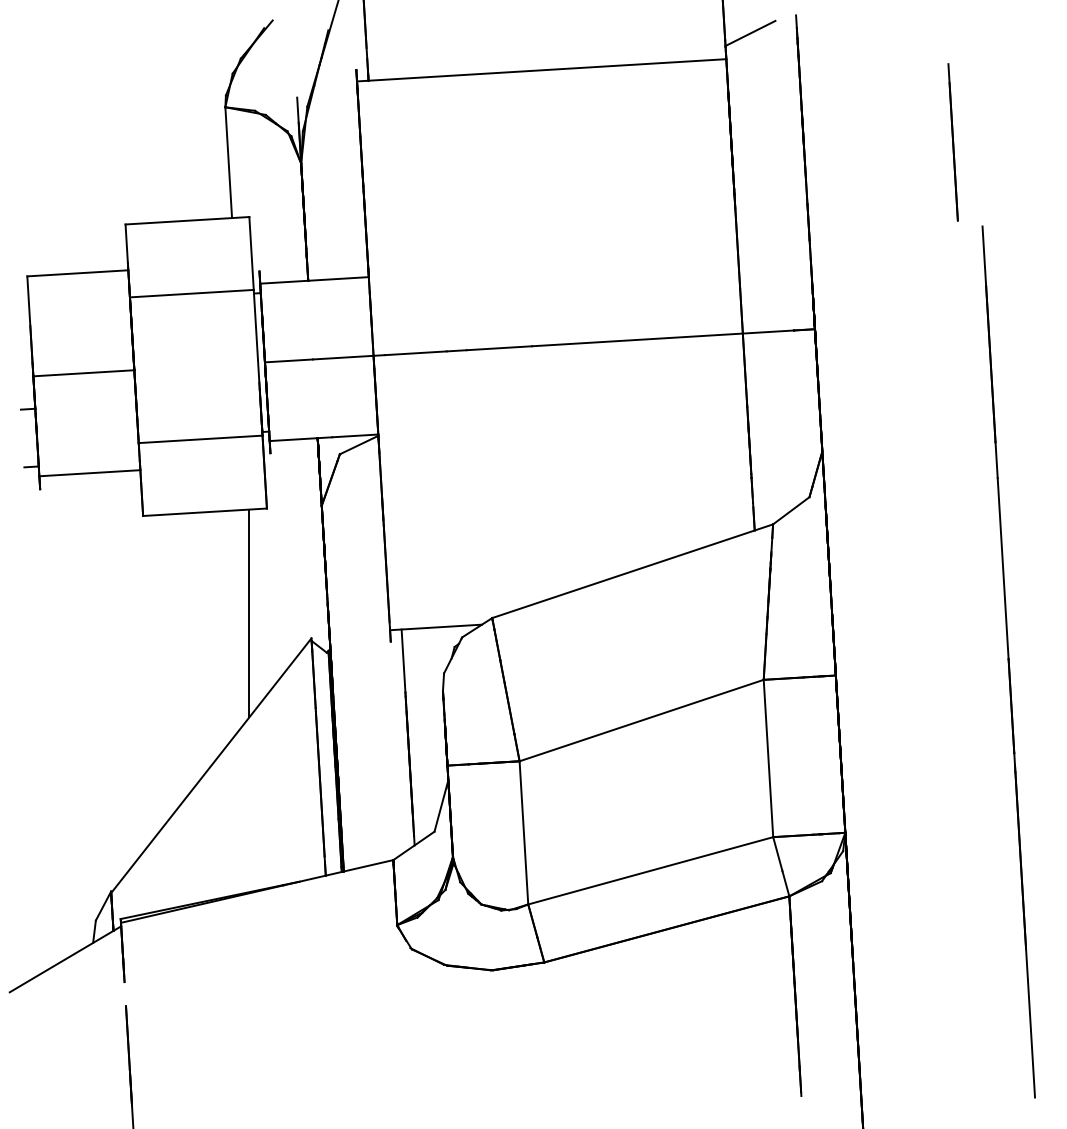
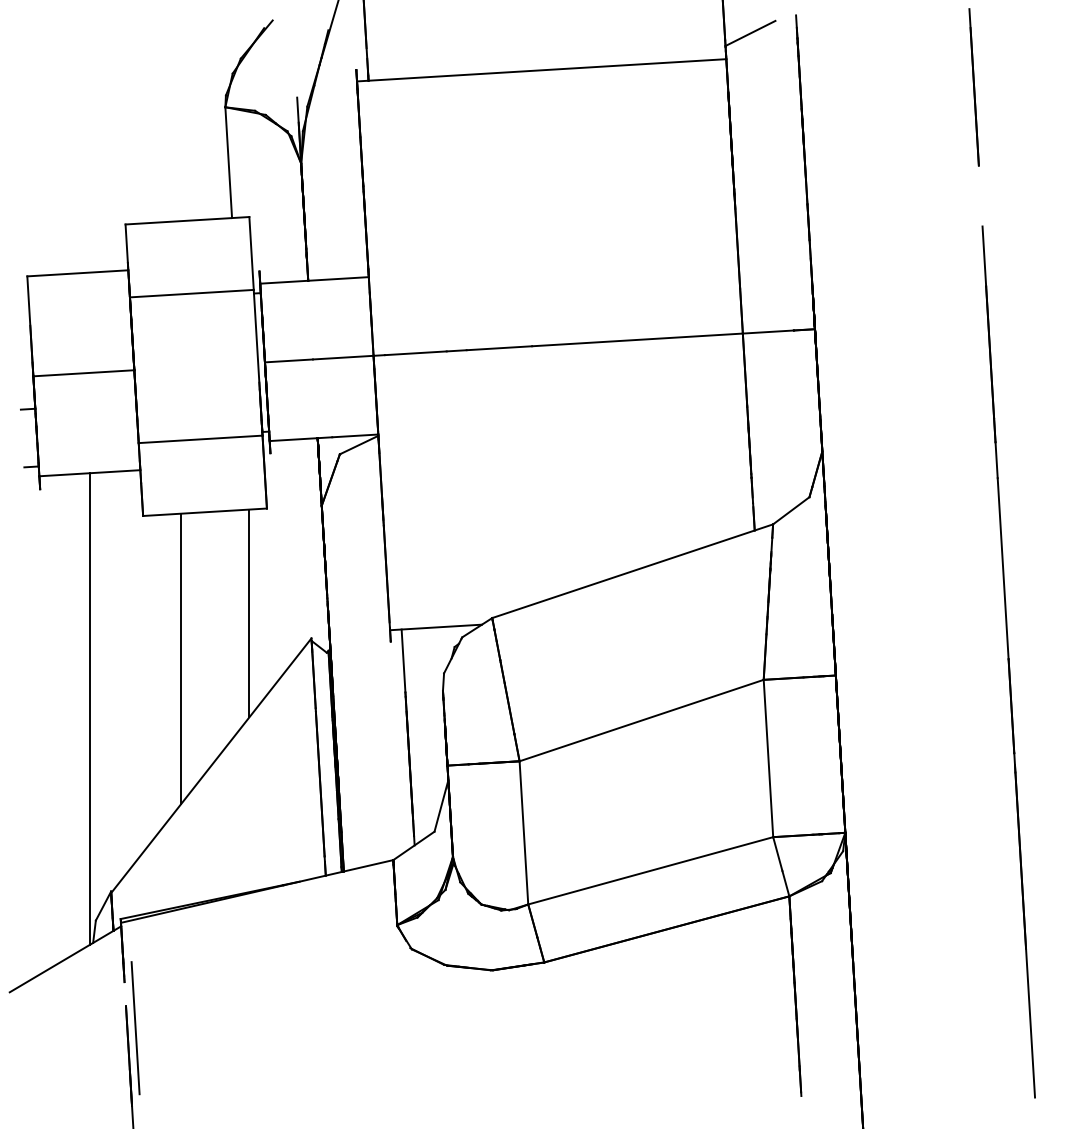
line at (952, 142) position: (952, 142) -> (973, 87)
line at (181, 658): none -> present
line at (90, 708): none -> present
line at (135, 1028): none -> present
